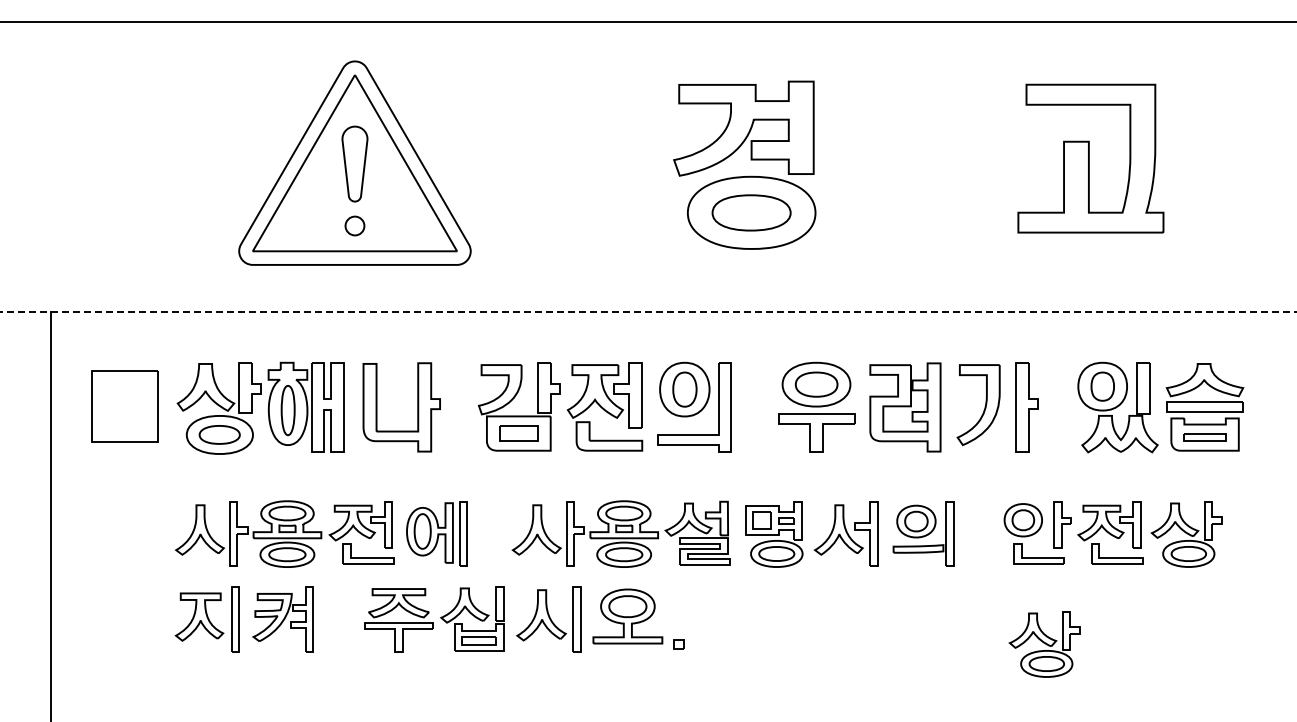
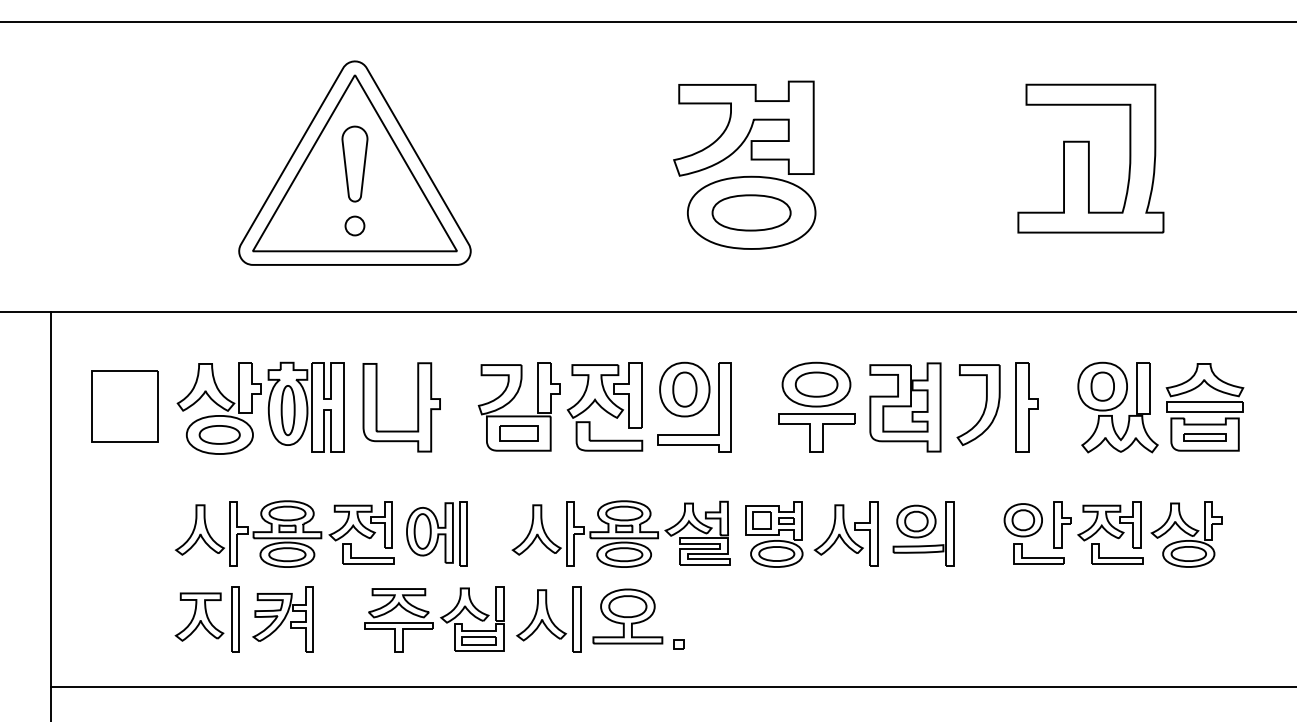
line at (648, 311): dashed -> solid
part at (1044, 644): present -> none
line at (672, 686): none -> present
